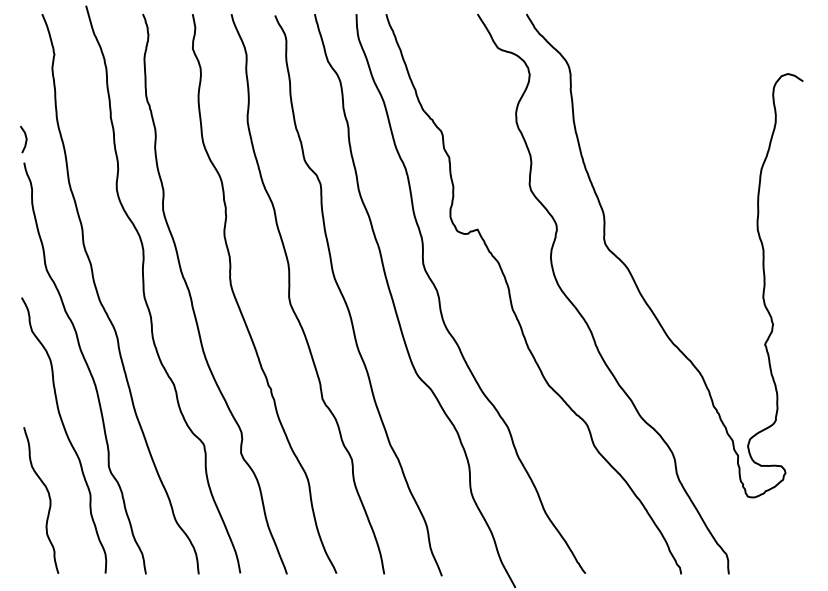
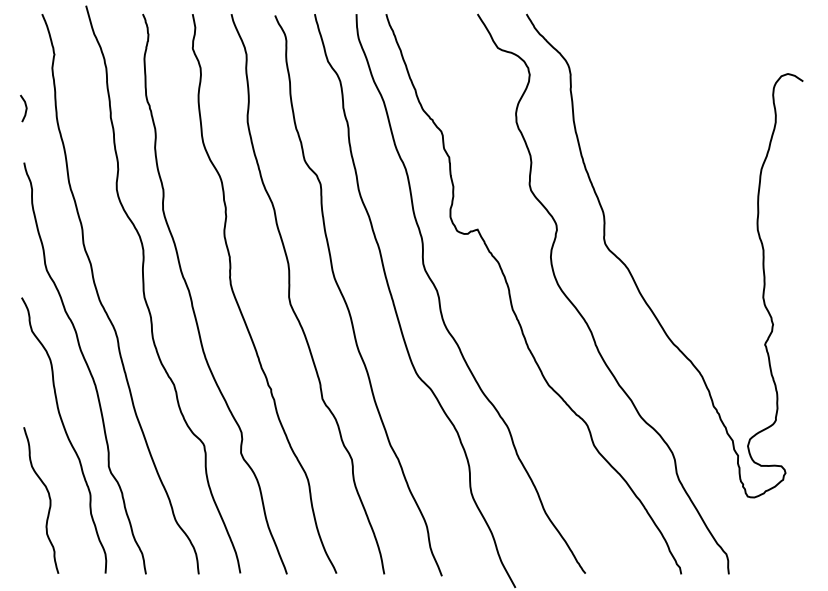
curve at (25, 139) position: (25, 139) -> (25, 108)
